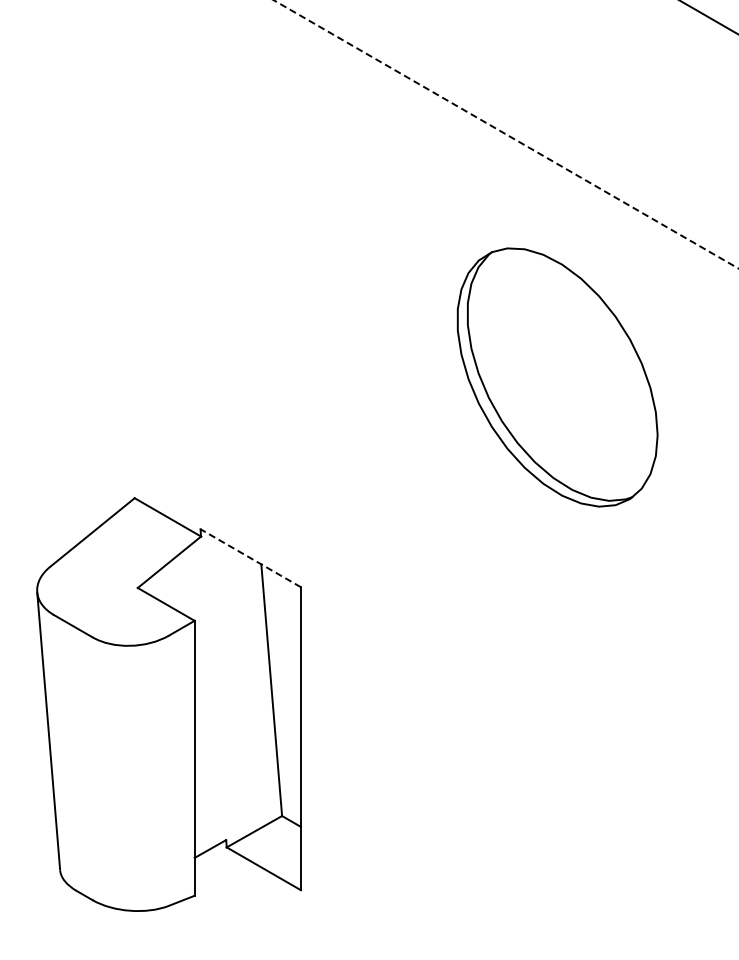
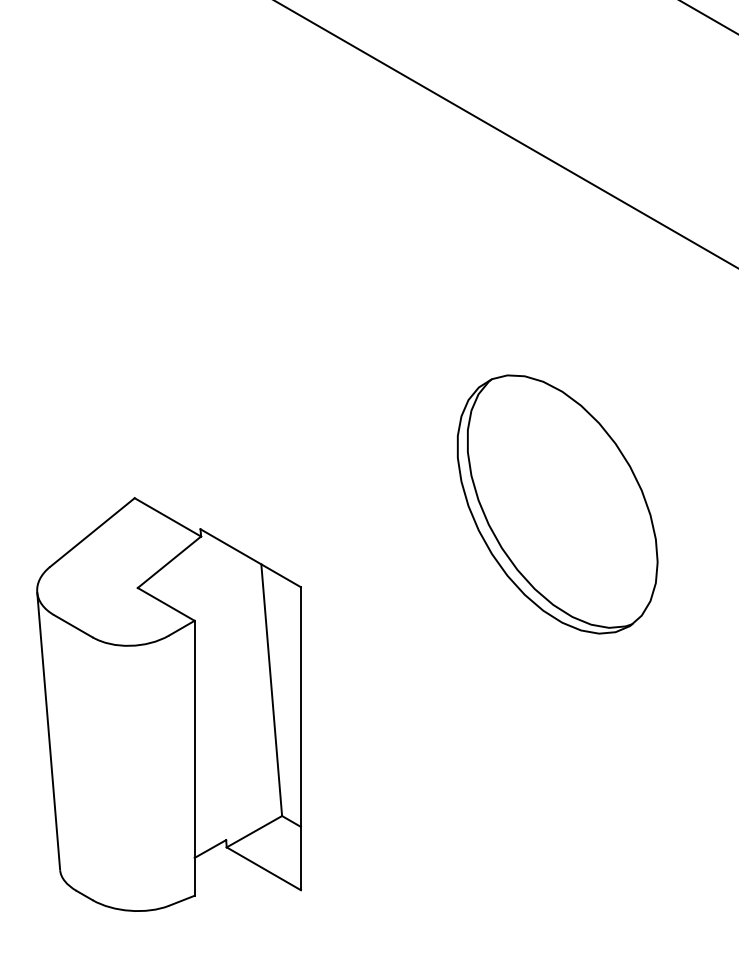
line at (506, 134): dashed -> solid
part at (557, 377) position: (557, 377) -> (557, 504)
line at (250, 558): dashed -> solid
